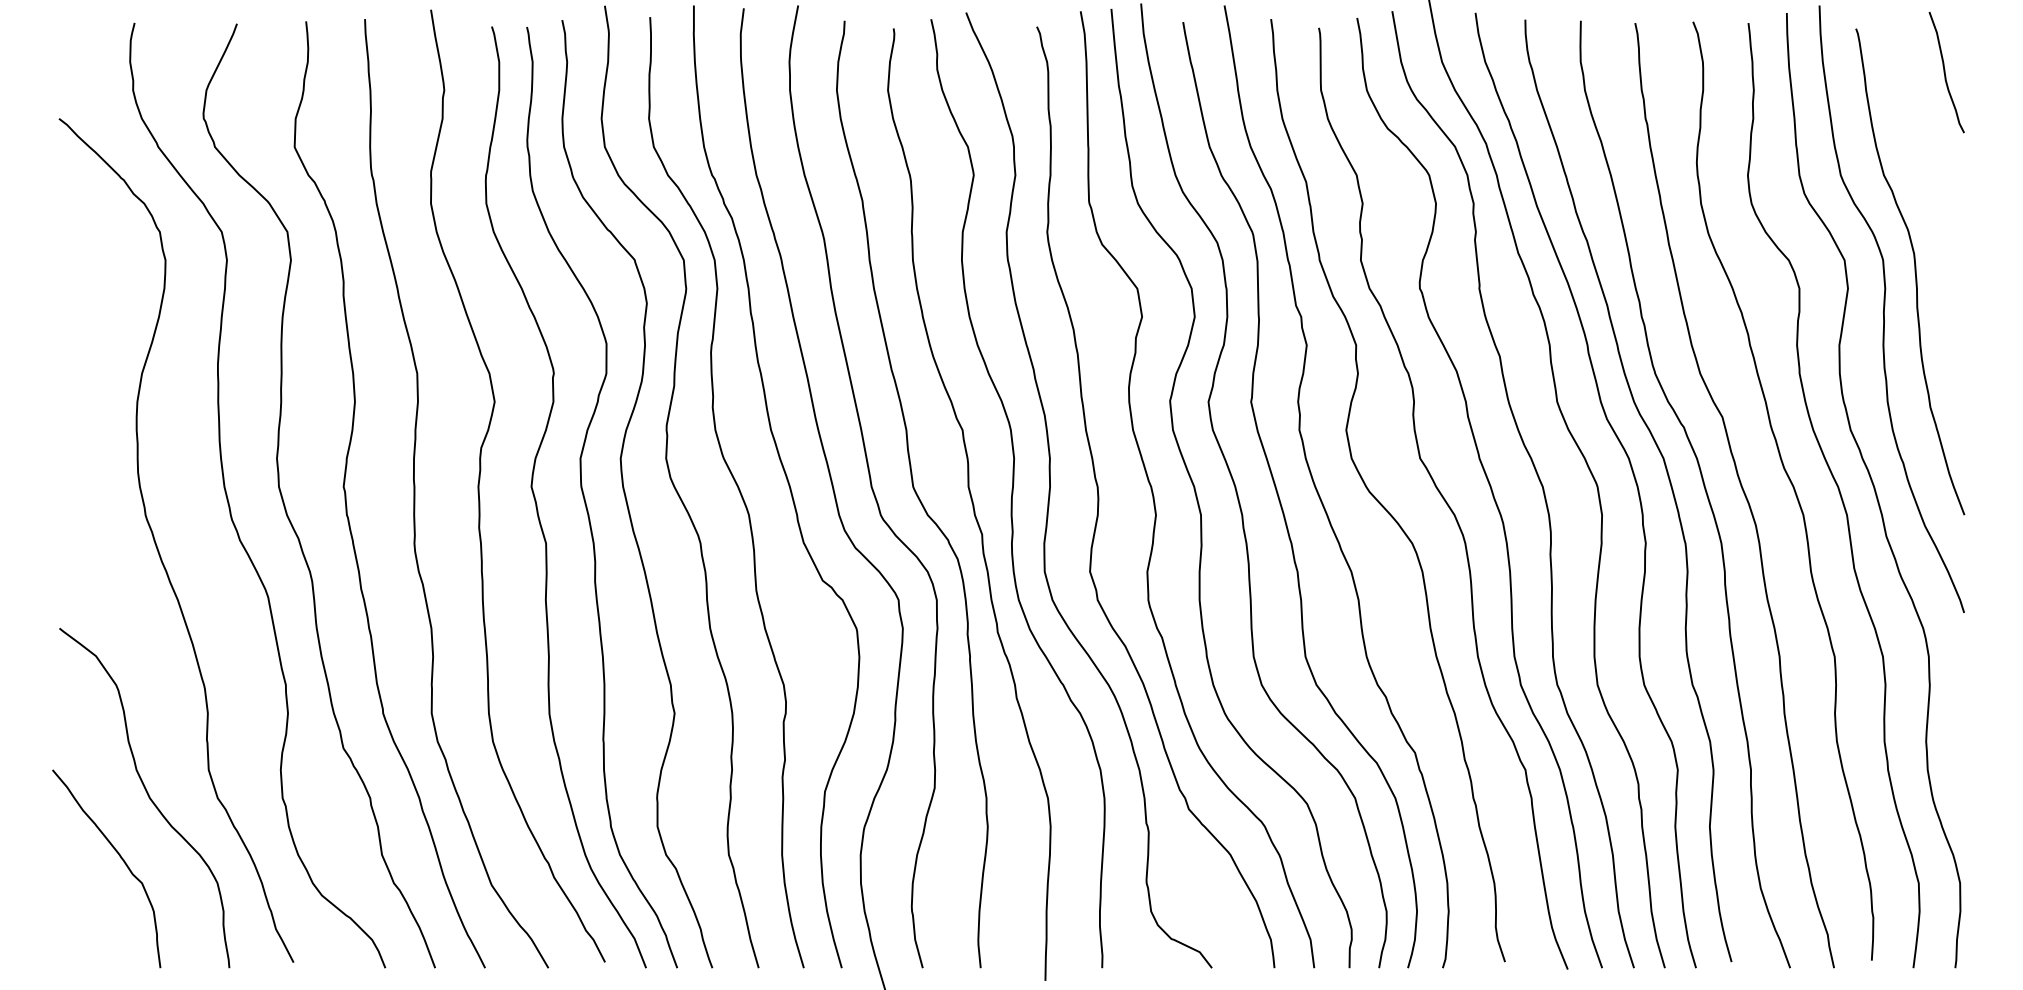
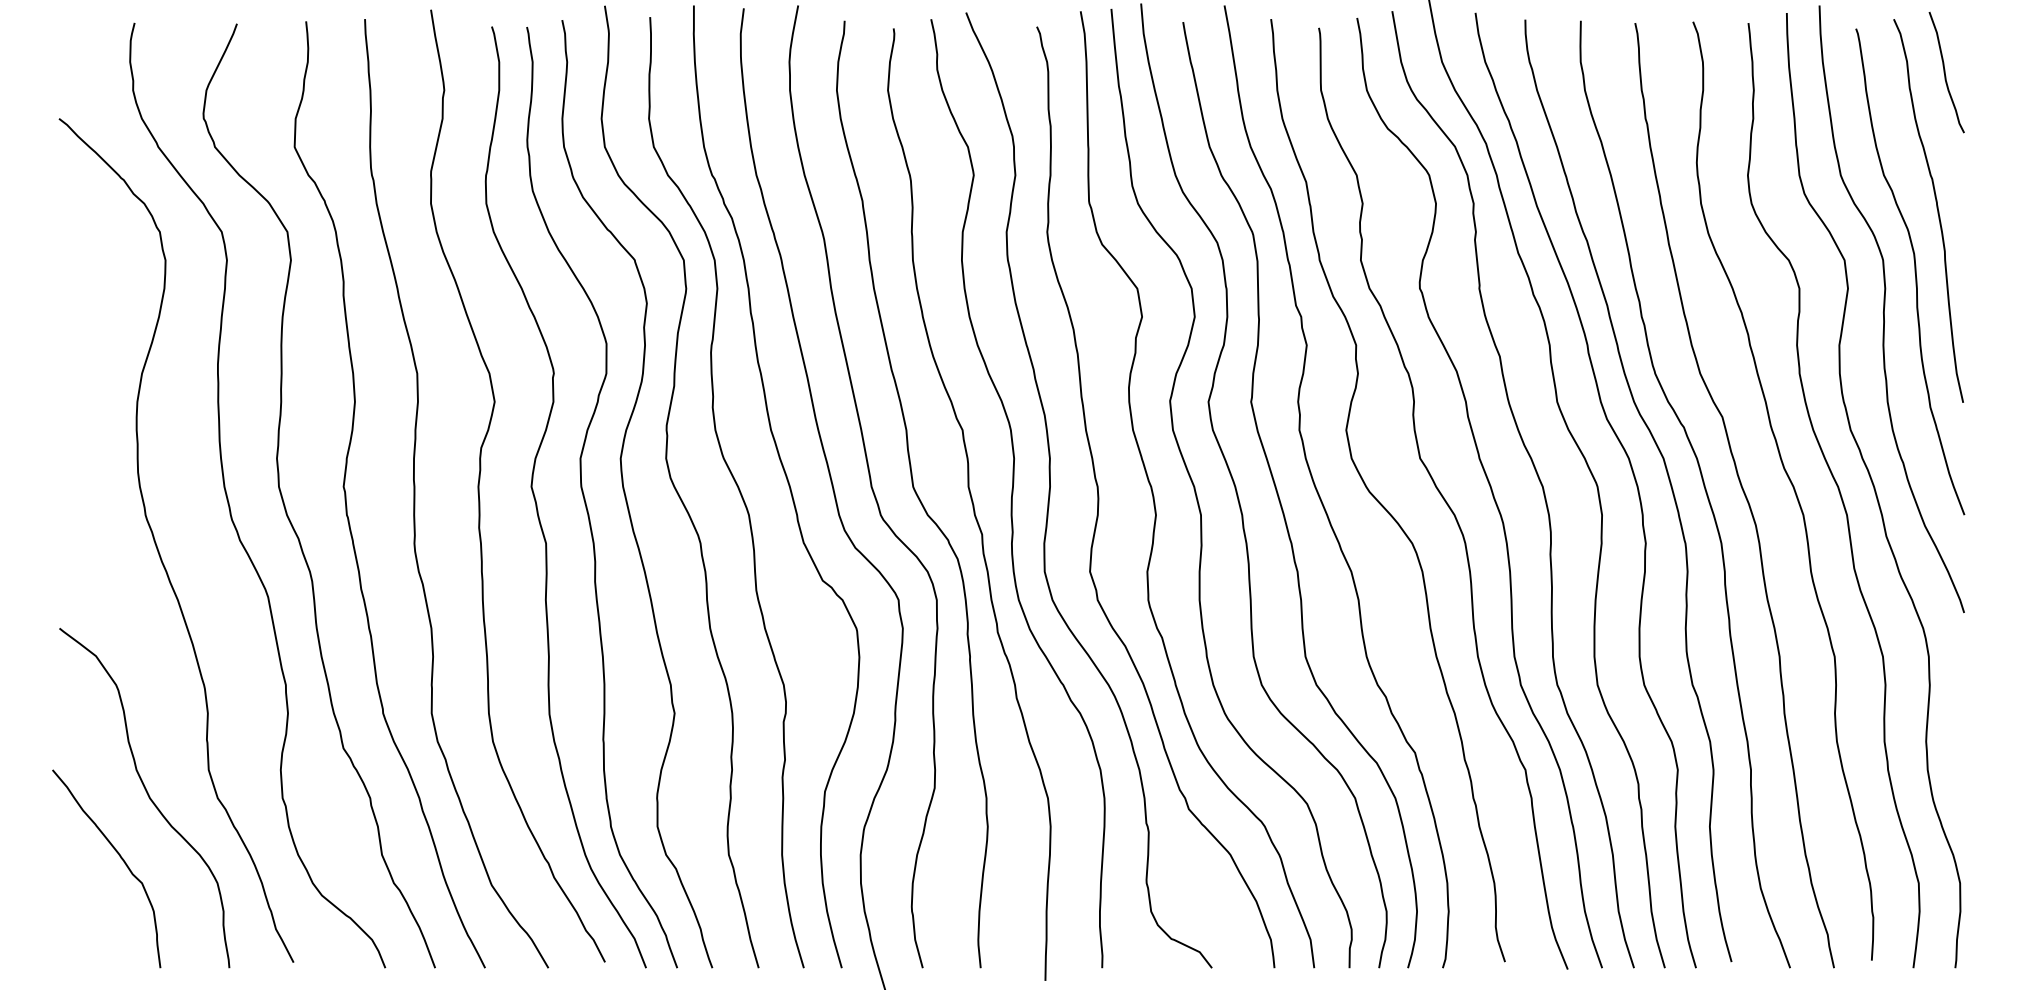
curve at (1936, 208): none -> present
